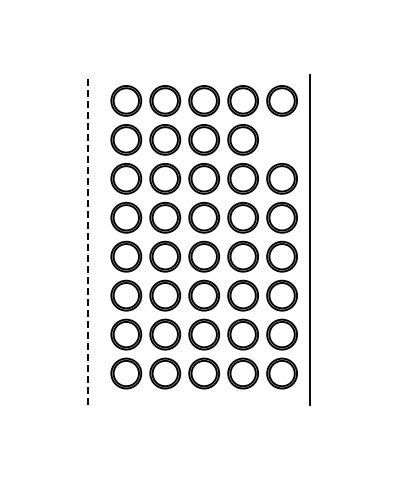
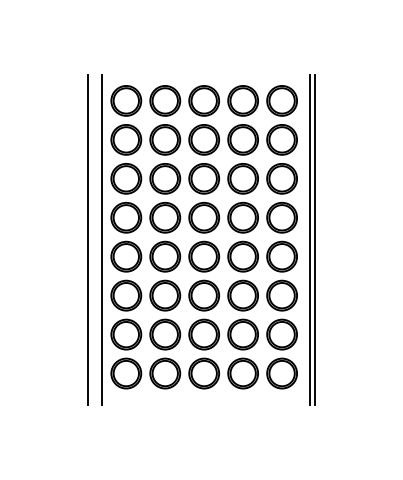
part at (281, 139): none -> present
line at (88, 239): dashed -> solid
line at (101, 239): none -> present
line at (314, 239): none -> present
